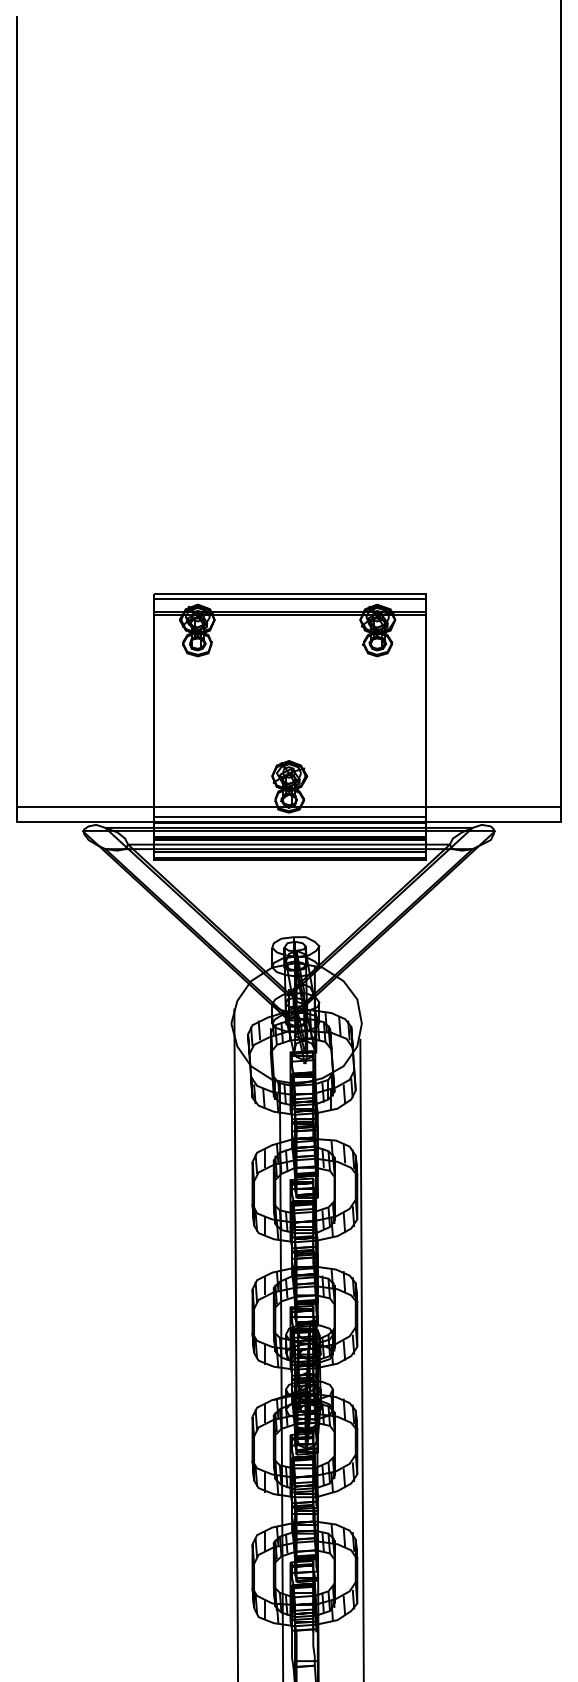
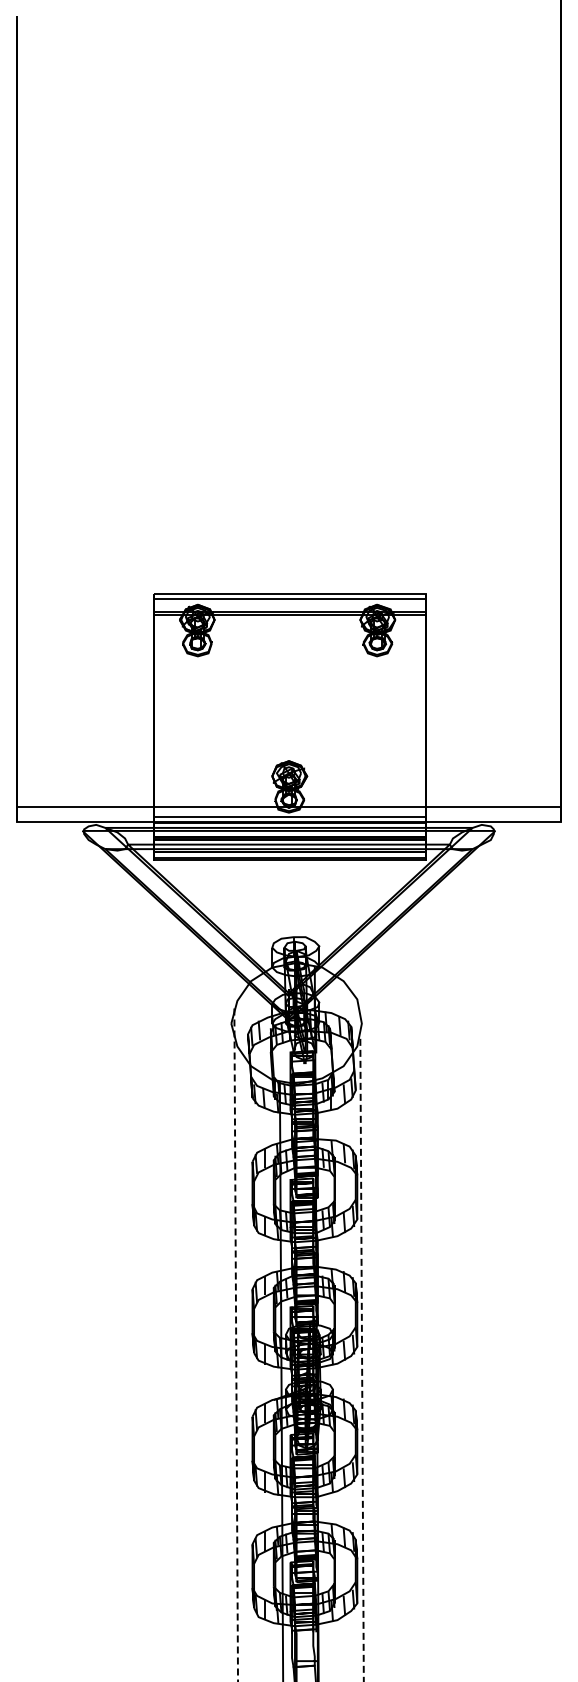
line at (236, 1345): solid -> dashed
line at (362, 1360): solid -> dashed
